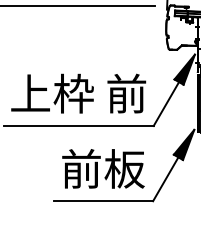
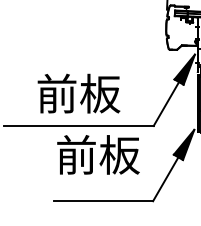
line at (78, 5): present -> none
text at (78, 93): 上枠 前 -> 前板
text at (103, 168) position: (103, 168) -> (98, 154)
